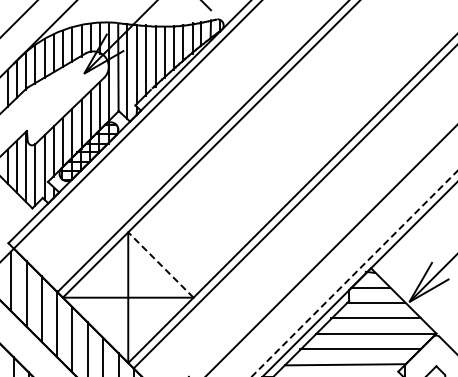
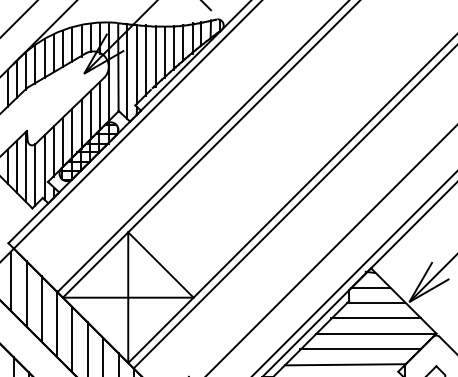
line at (160, 264): dashed -> solid
line at (355, 273): dashed -> solid
